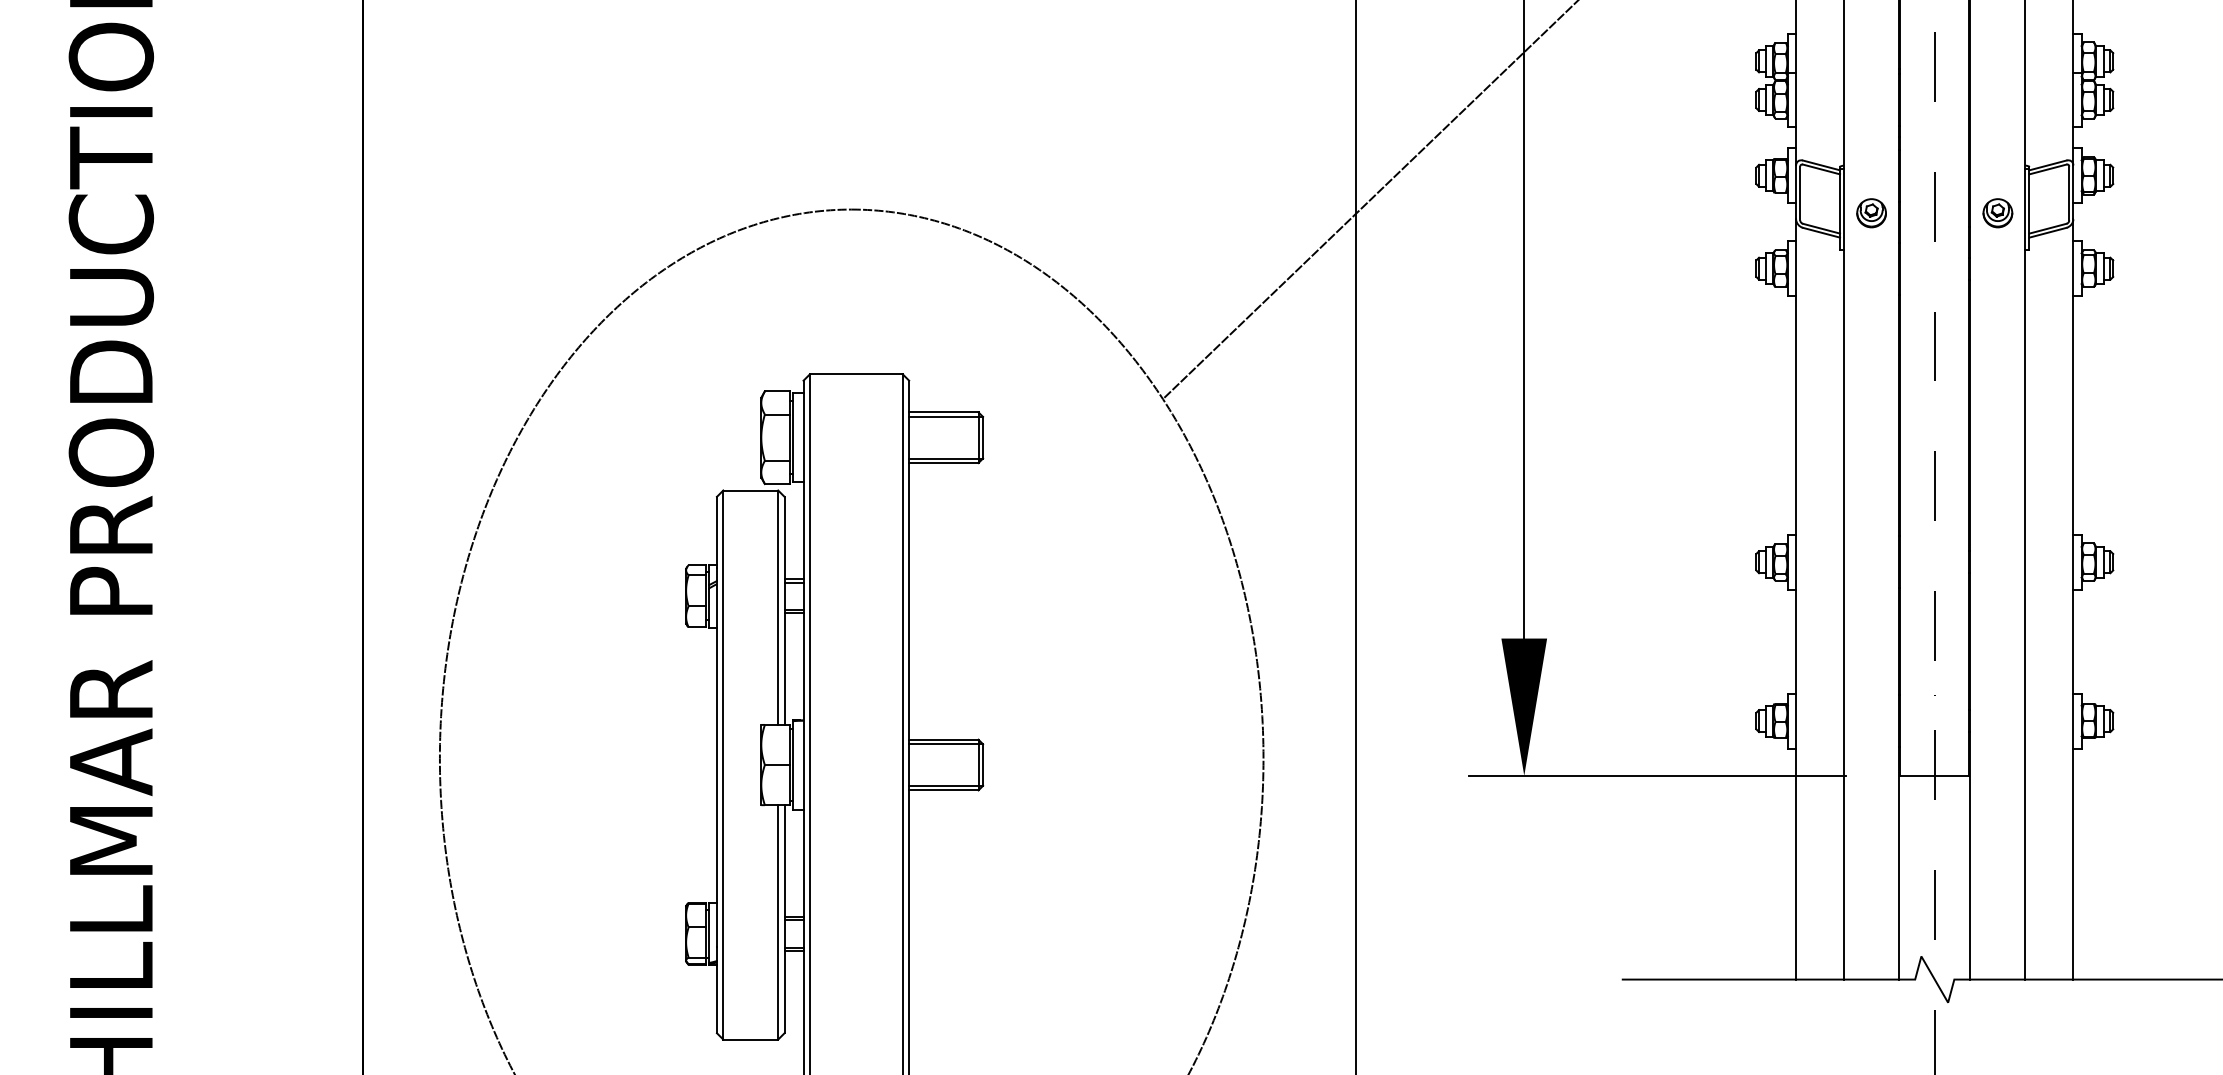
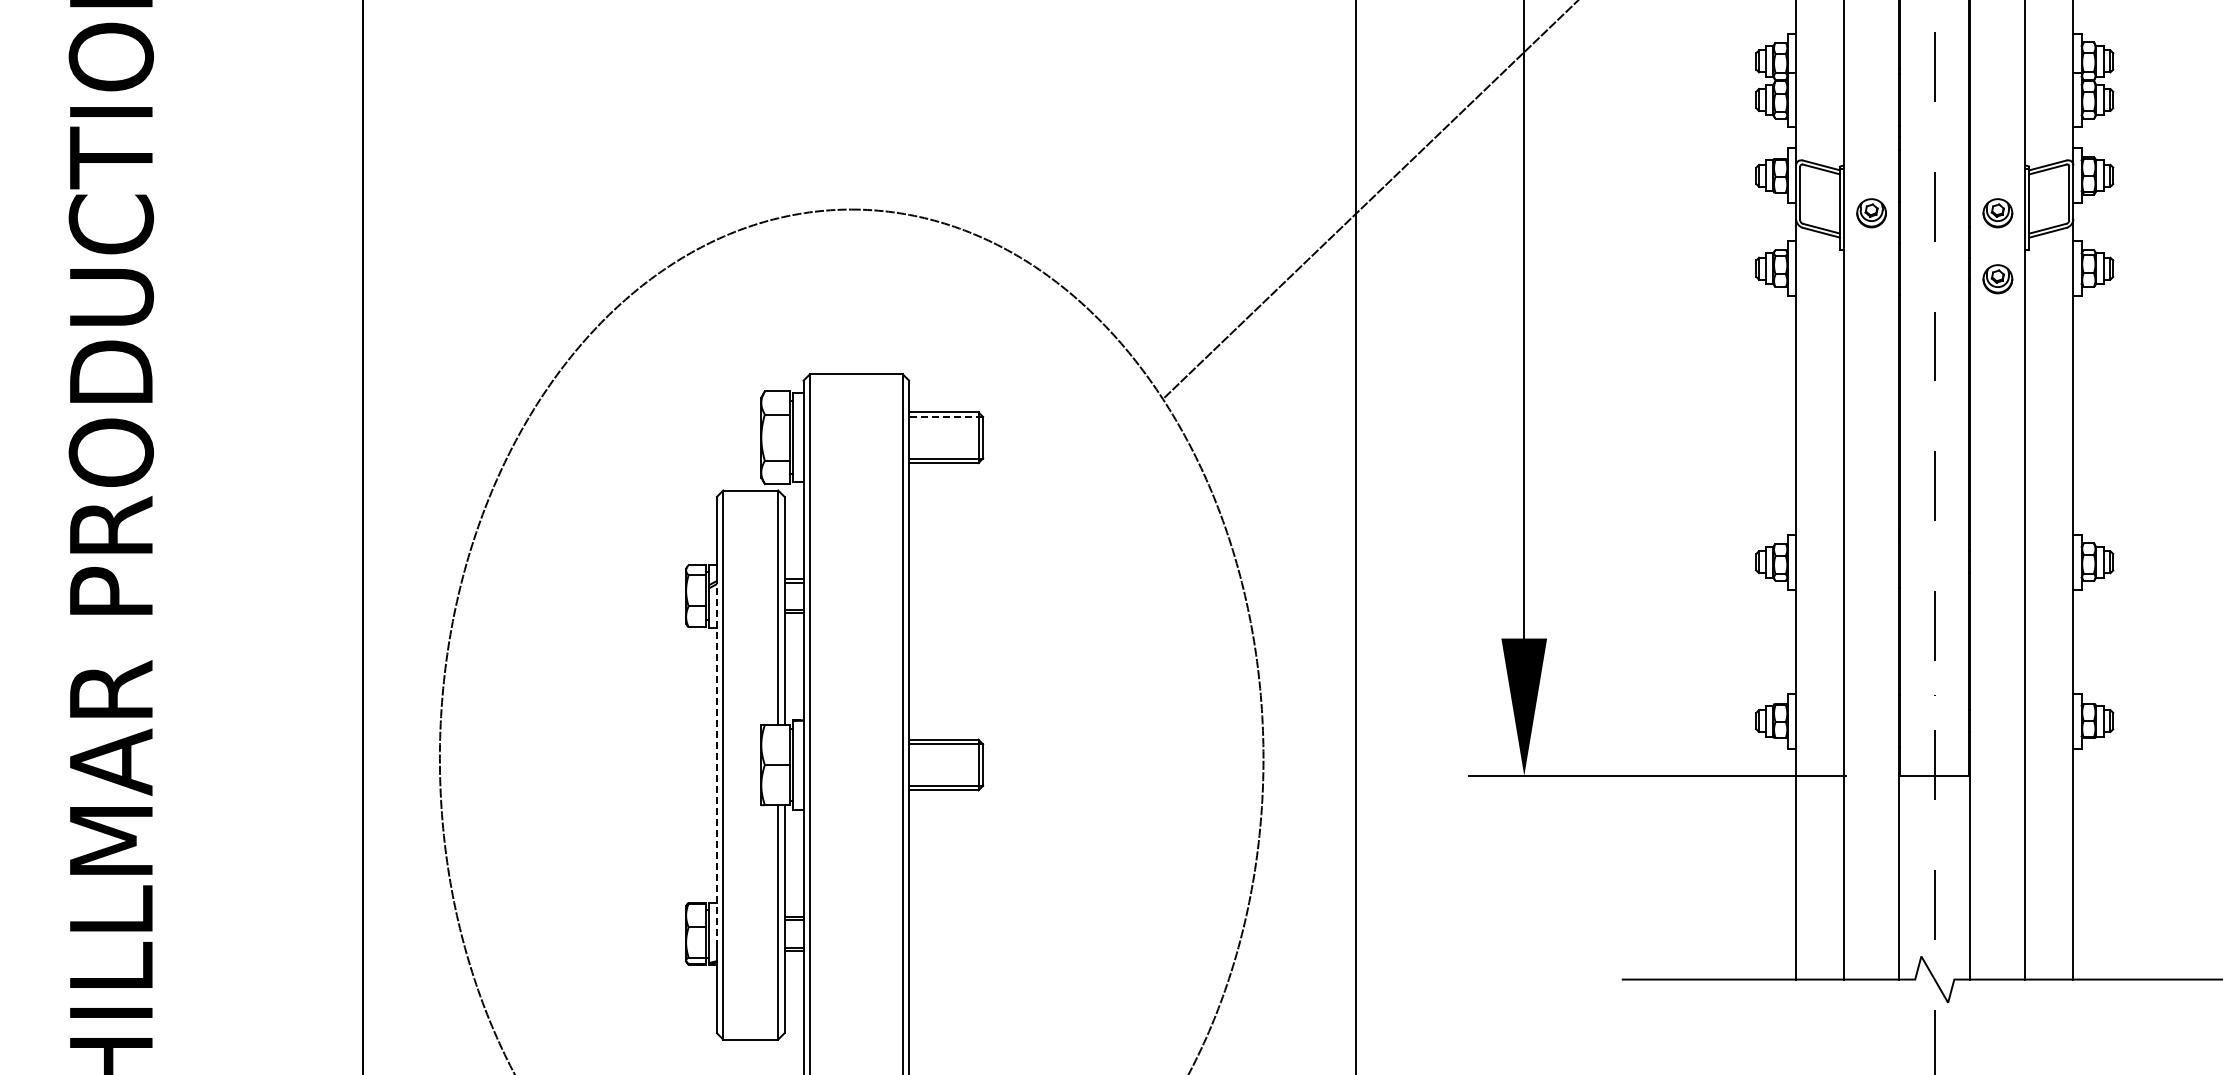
part at (1997, 279): none -> present
line at (946, 416): solid -> dashed
line at (716, 764): solid -> dashed
